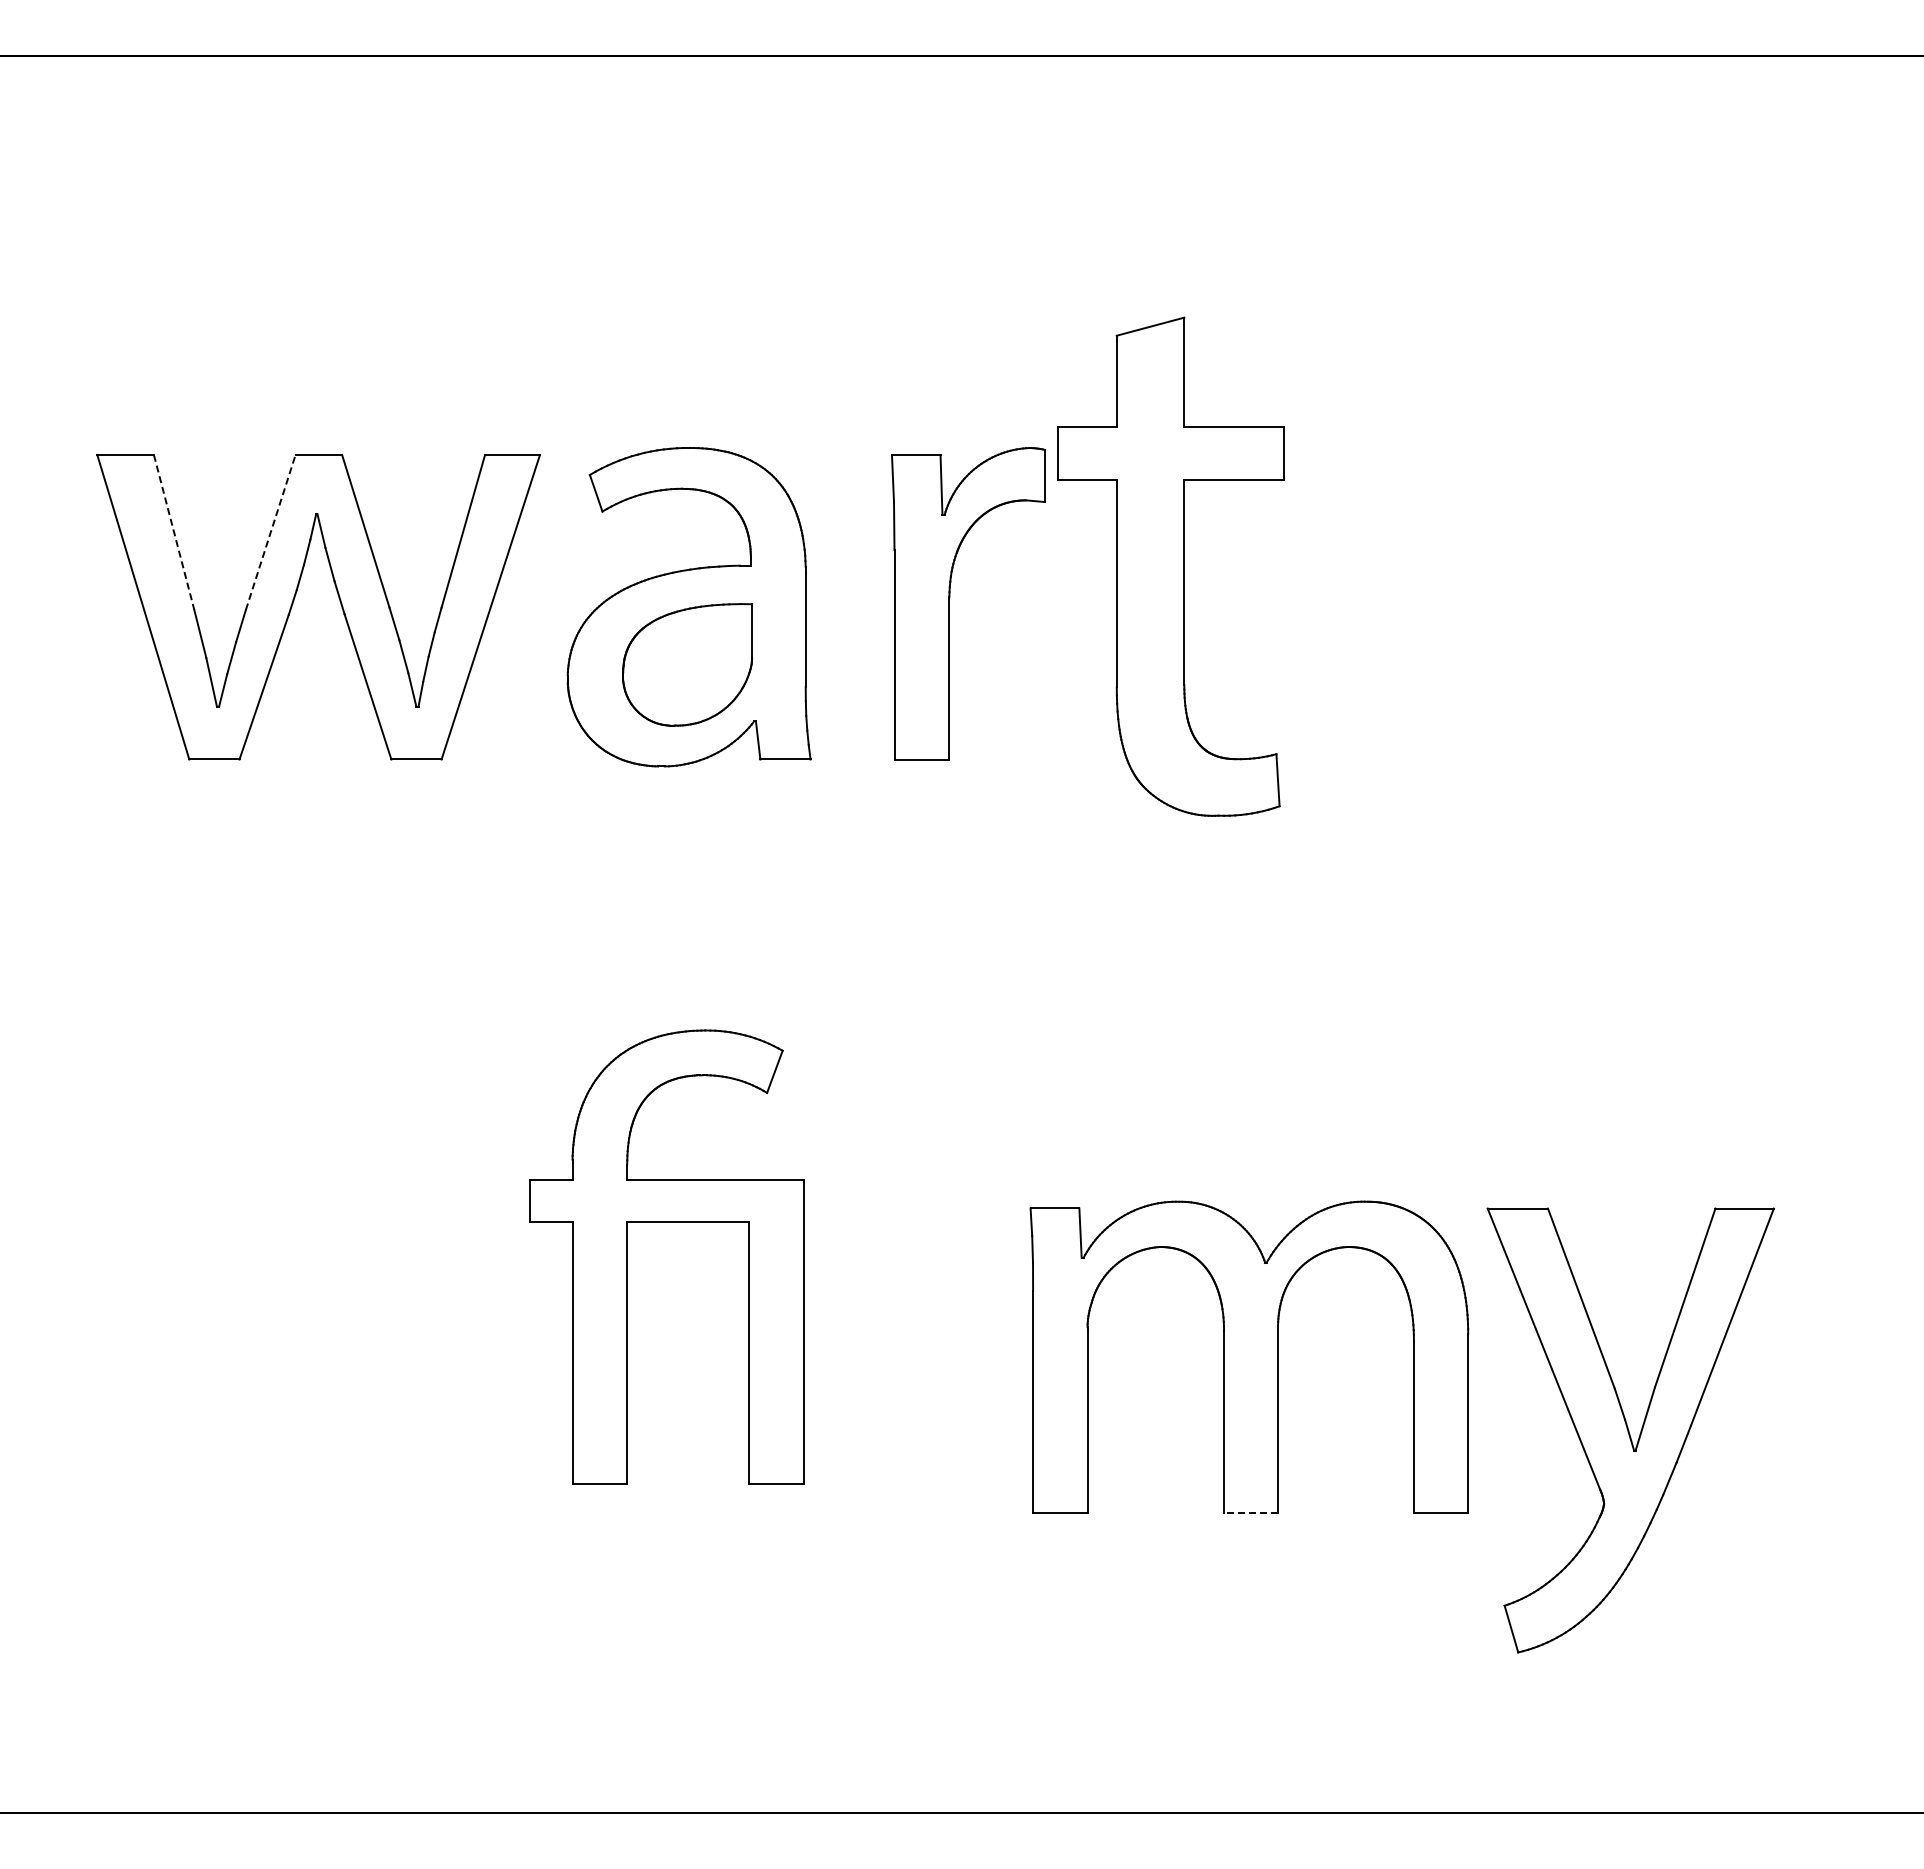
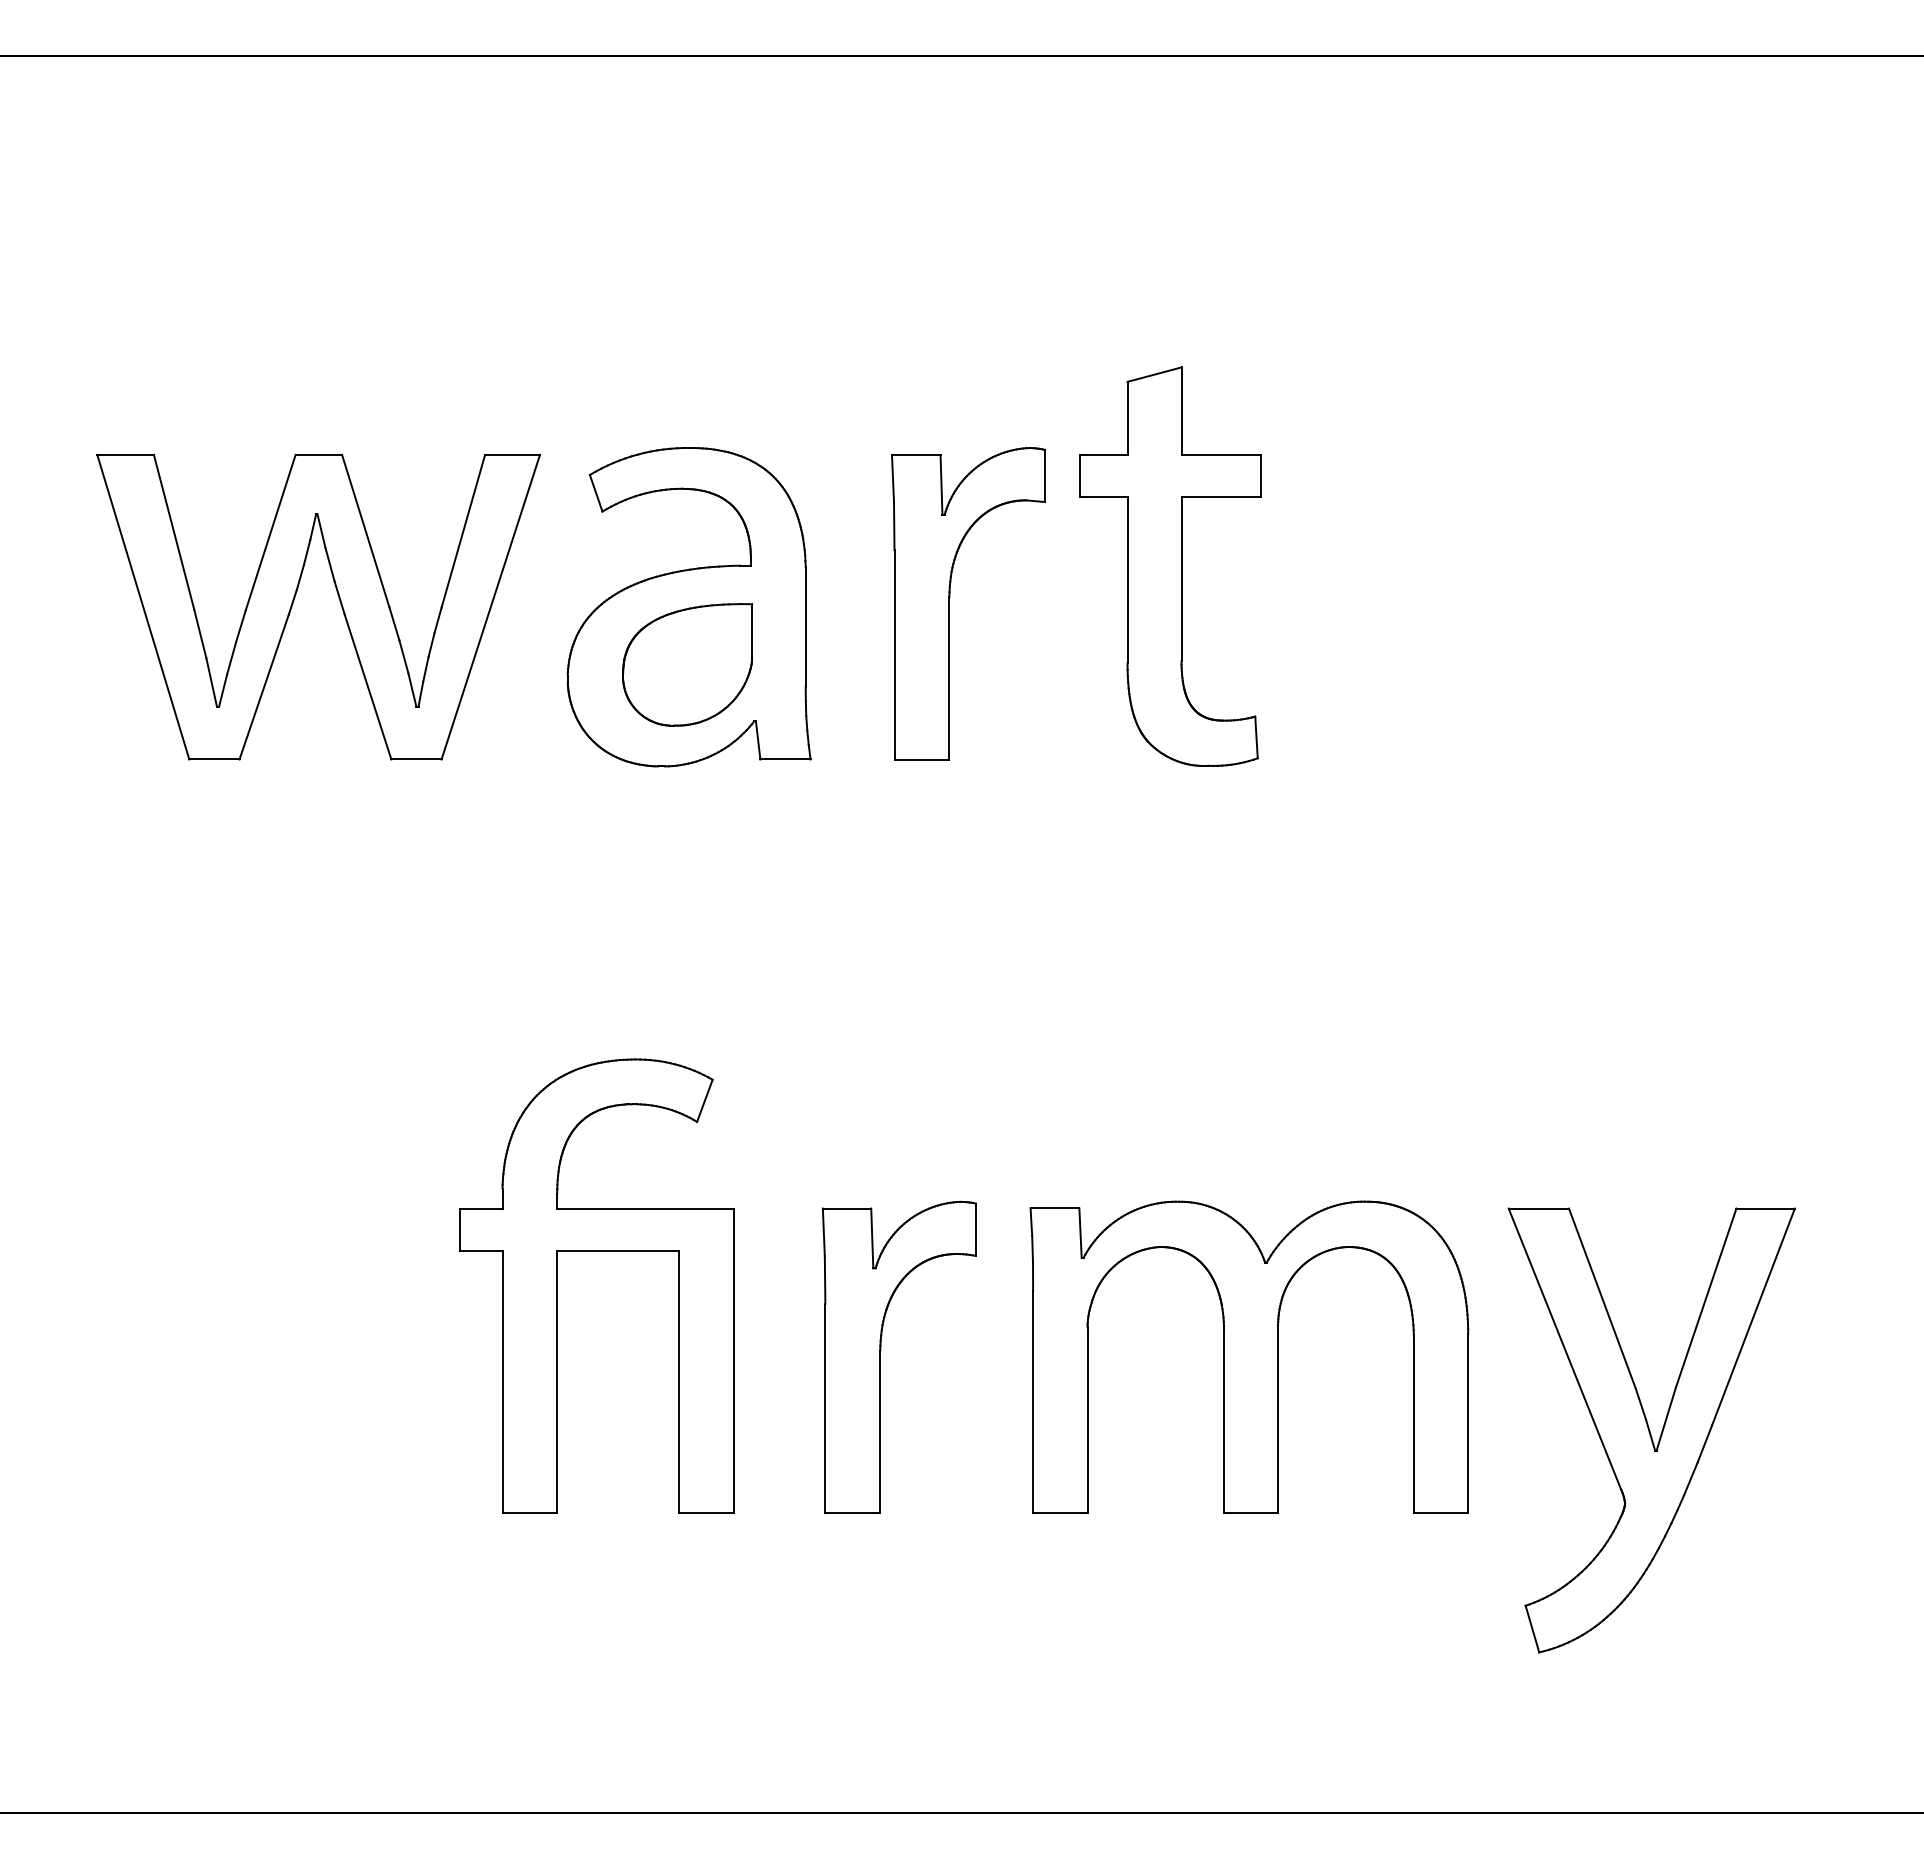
line at (174, 532): dashed -> solid
line at (270, 532): dashed -> solid
part at (1170, 566) size: 228x501 px -> 183x401 px
part at (666, 1222) position: (666, 1222) -> (596, 1251)
part at (881, 1351): none -> present
part at (1630, 1430) position: (1630, 1430) -> (1651, 1430)
line at (1250, 1513): dashed -> solid
